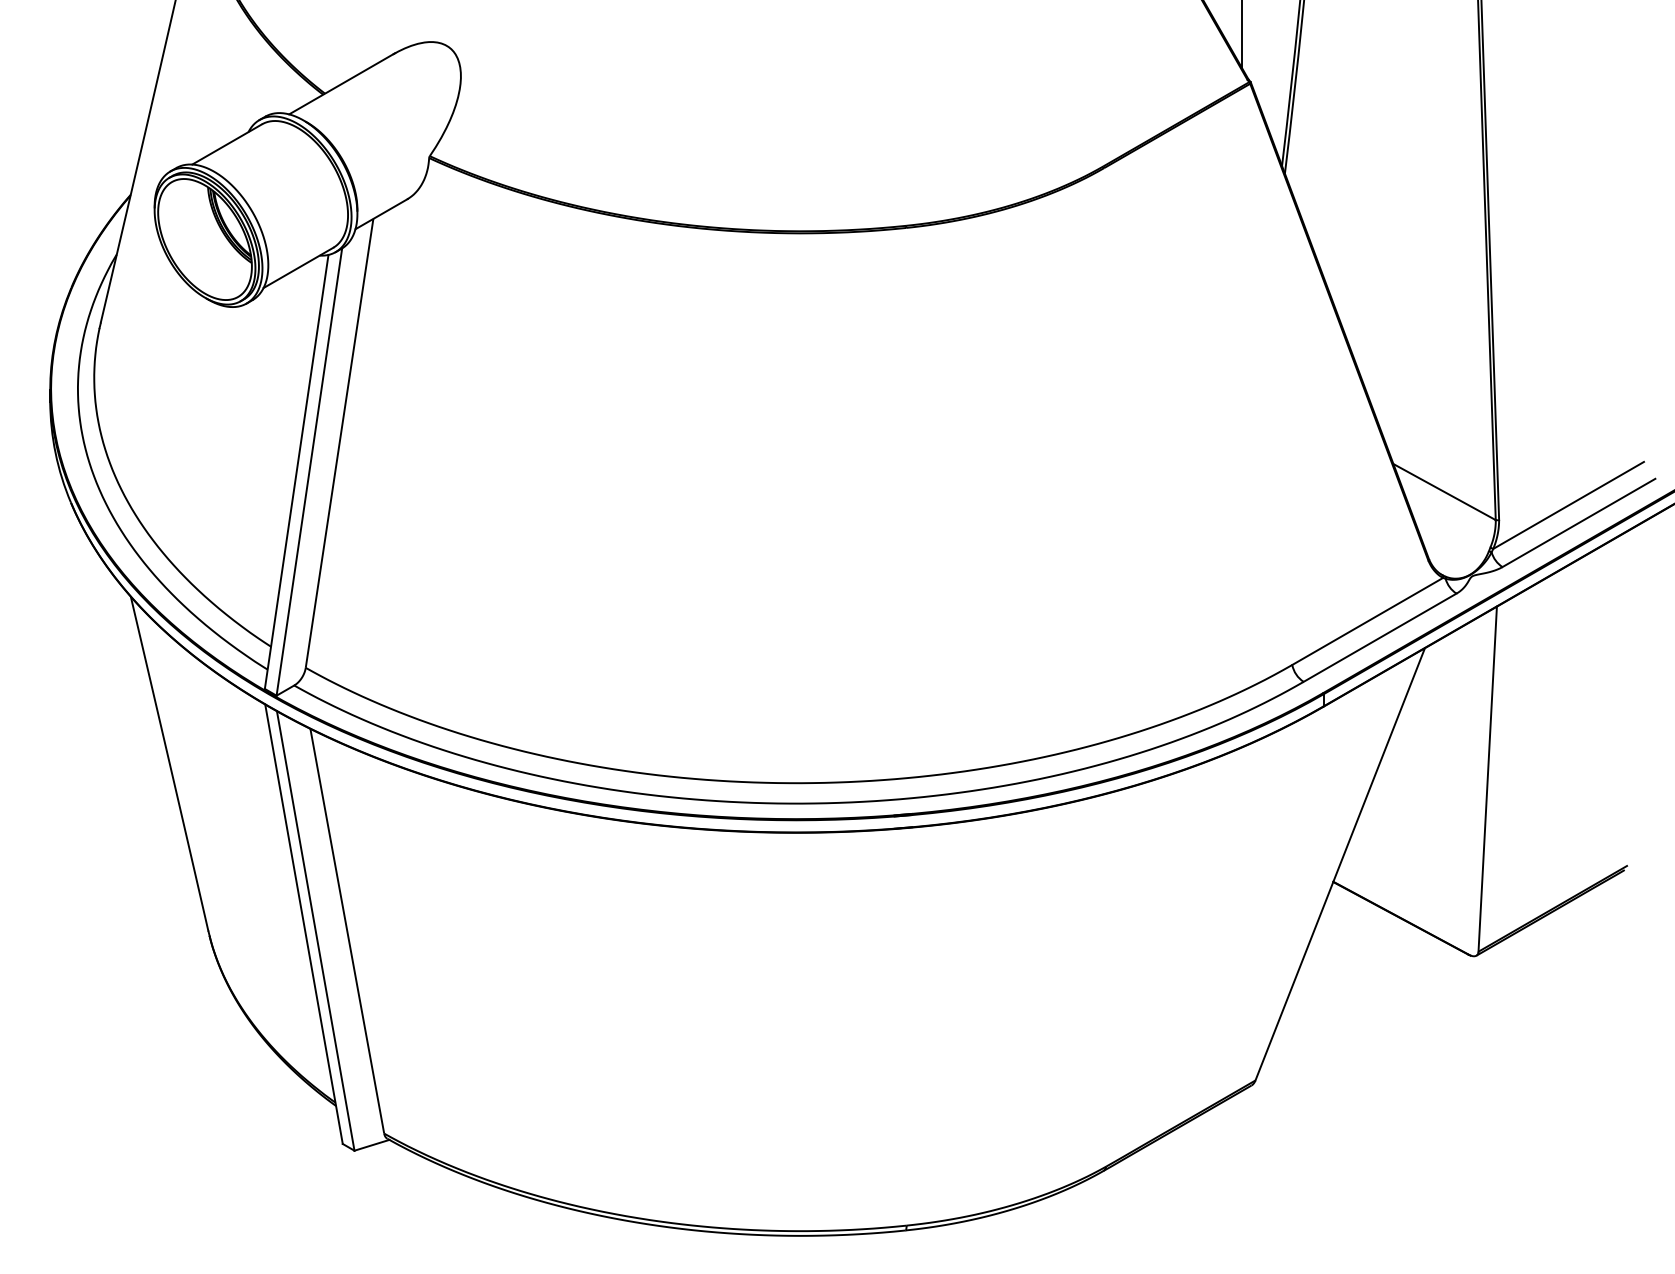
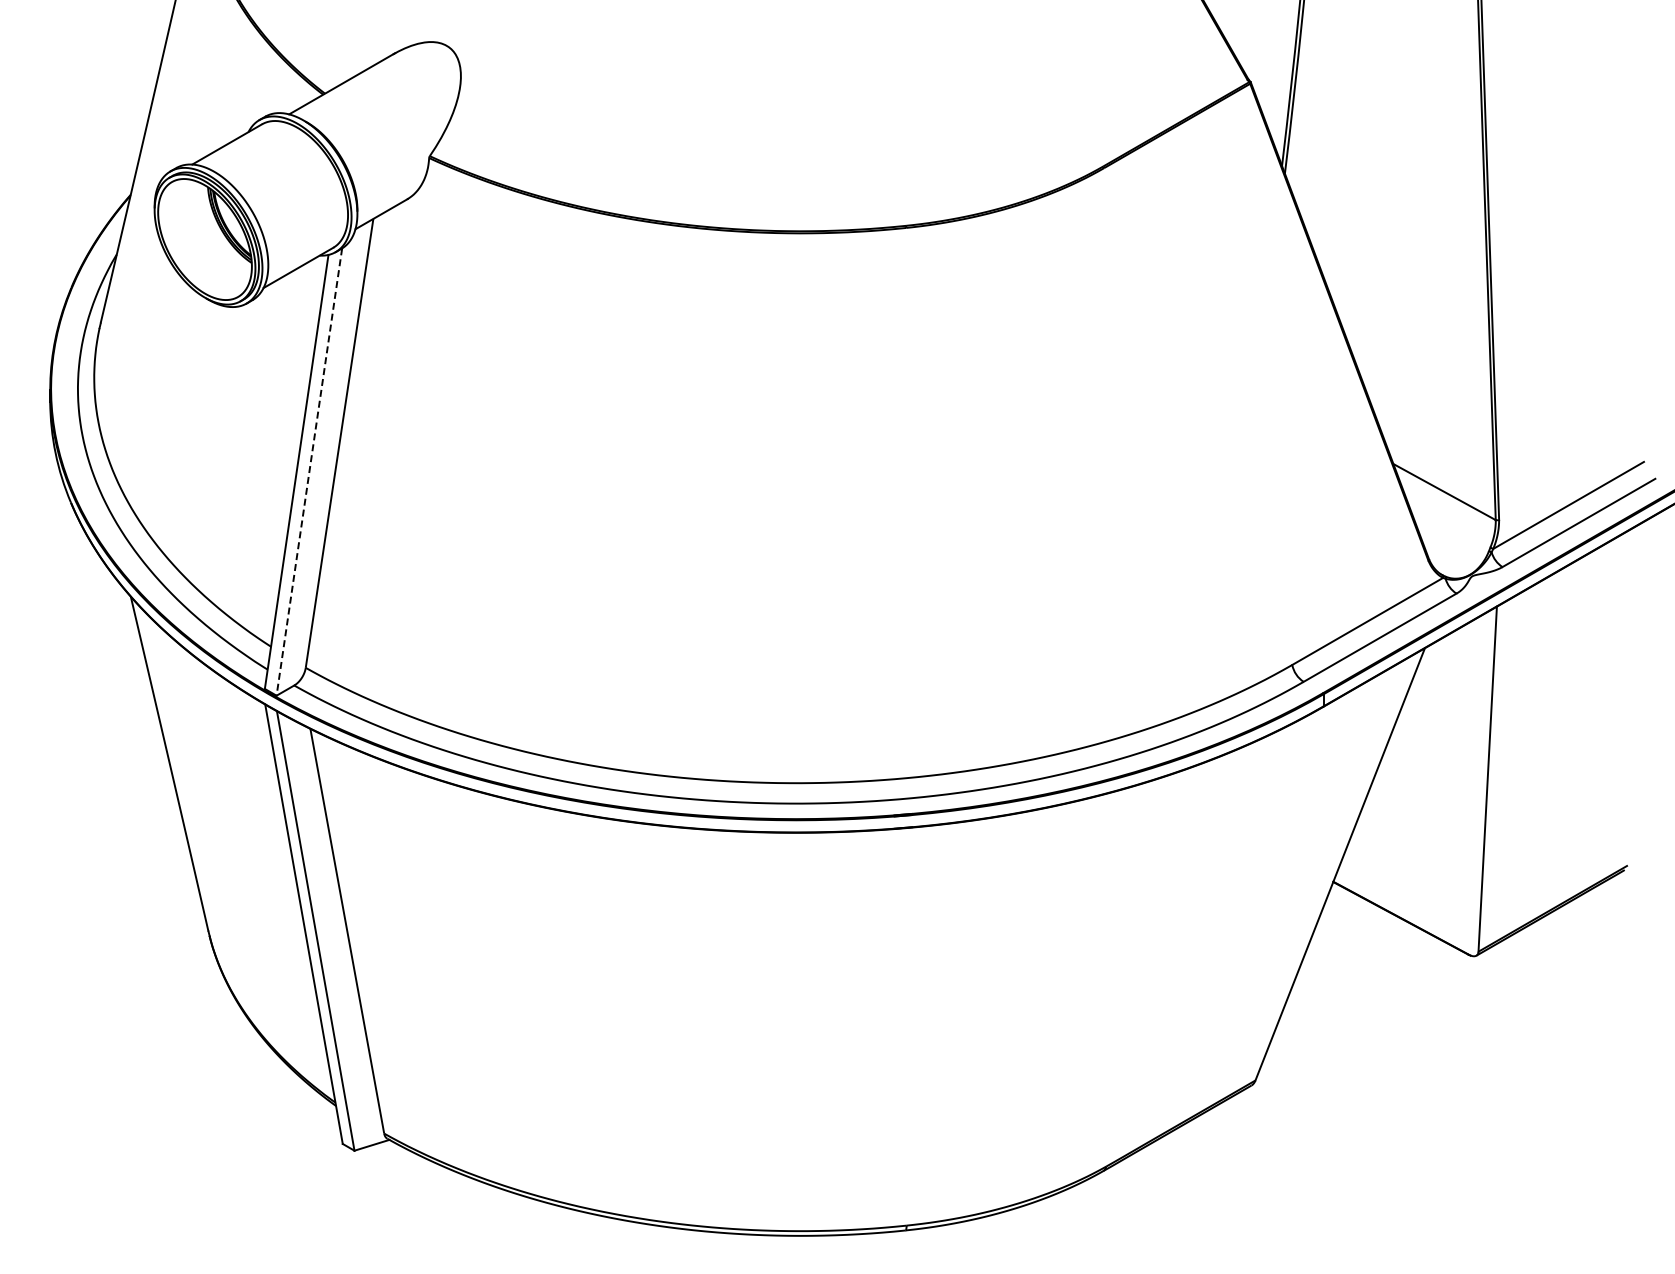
line at (1242, 35): present -> none
line at (309, 472): solid -> dashed
